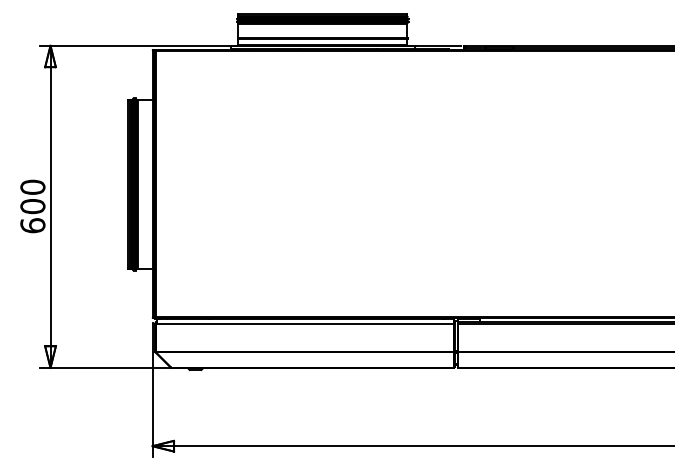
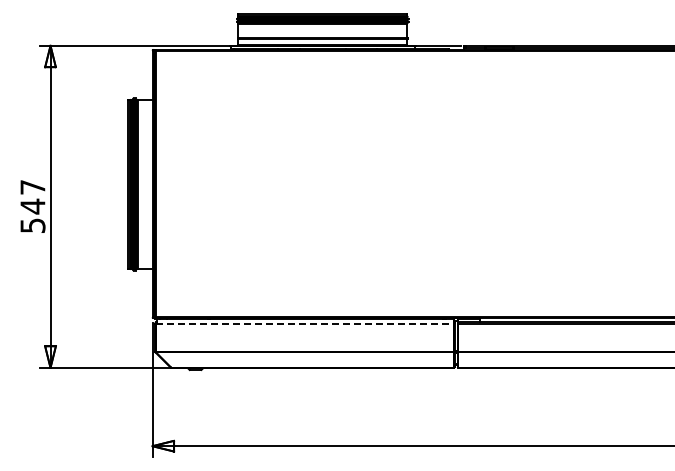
text at (32, 206): 600 -> 547
line at (305, 323): solid -> dashed
